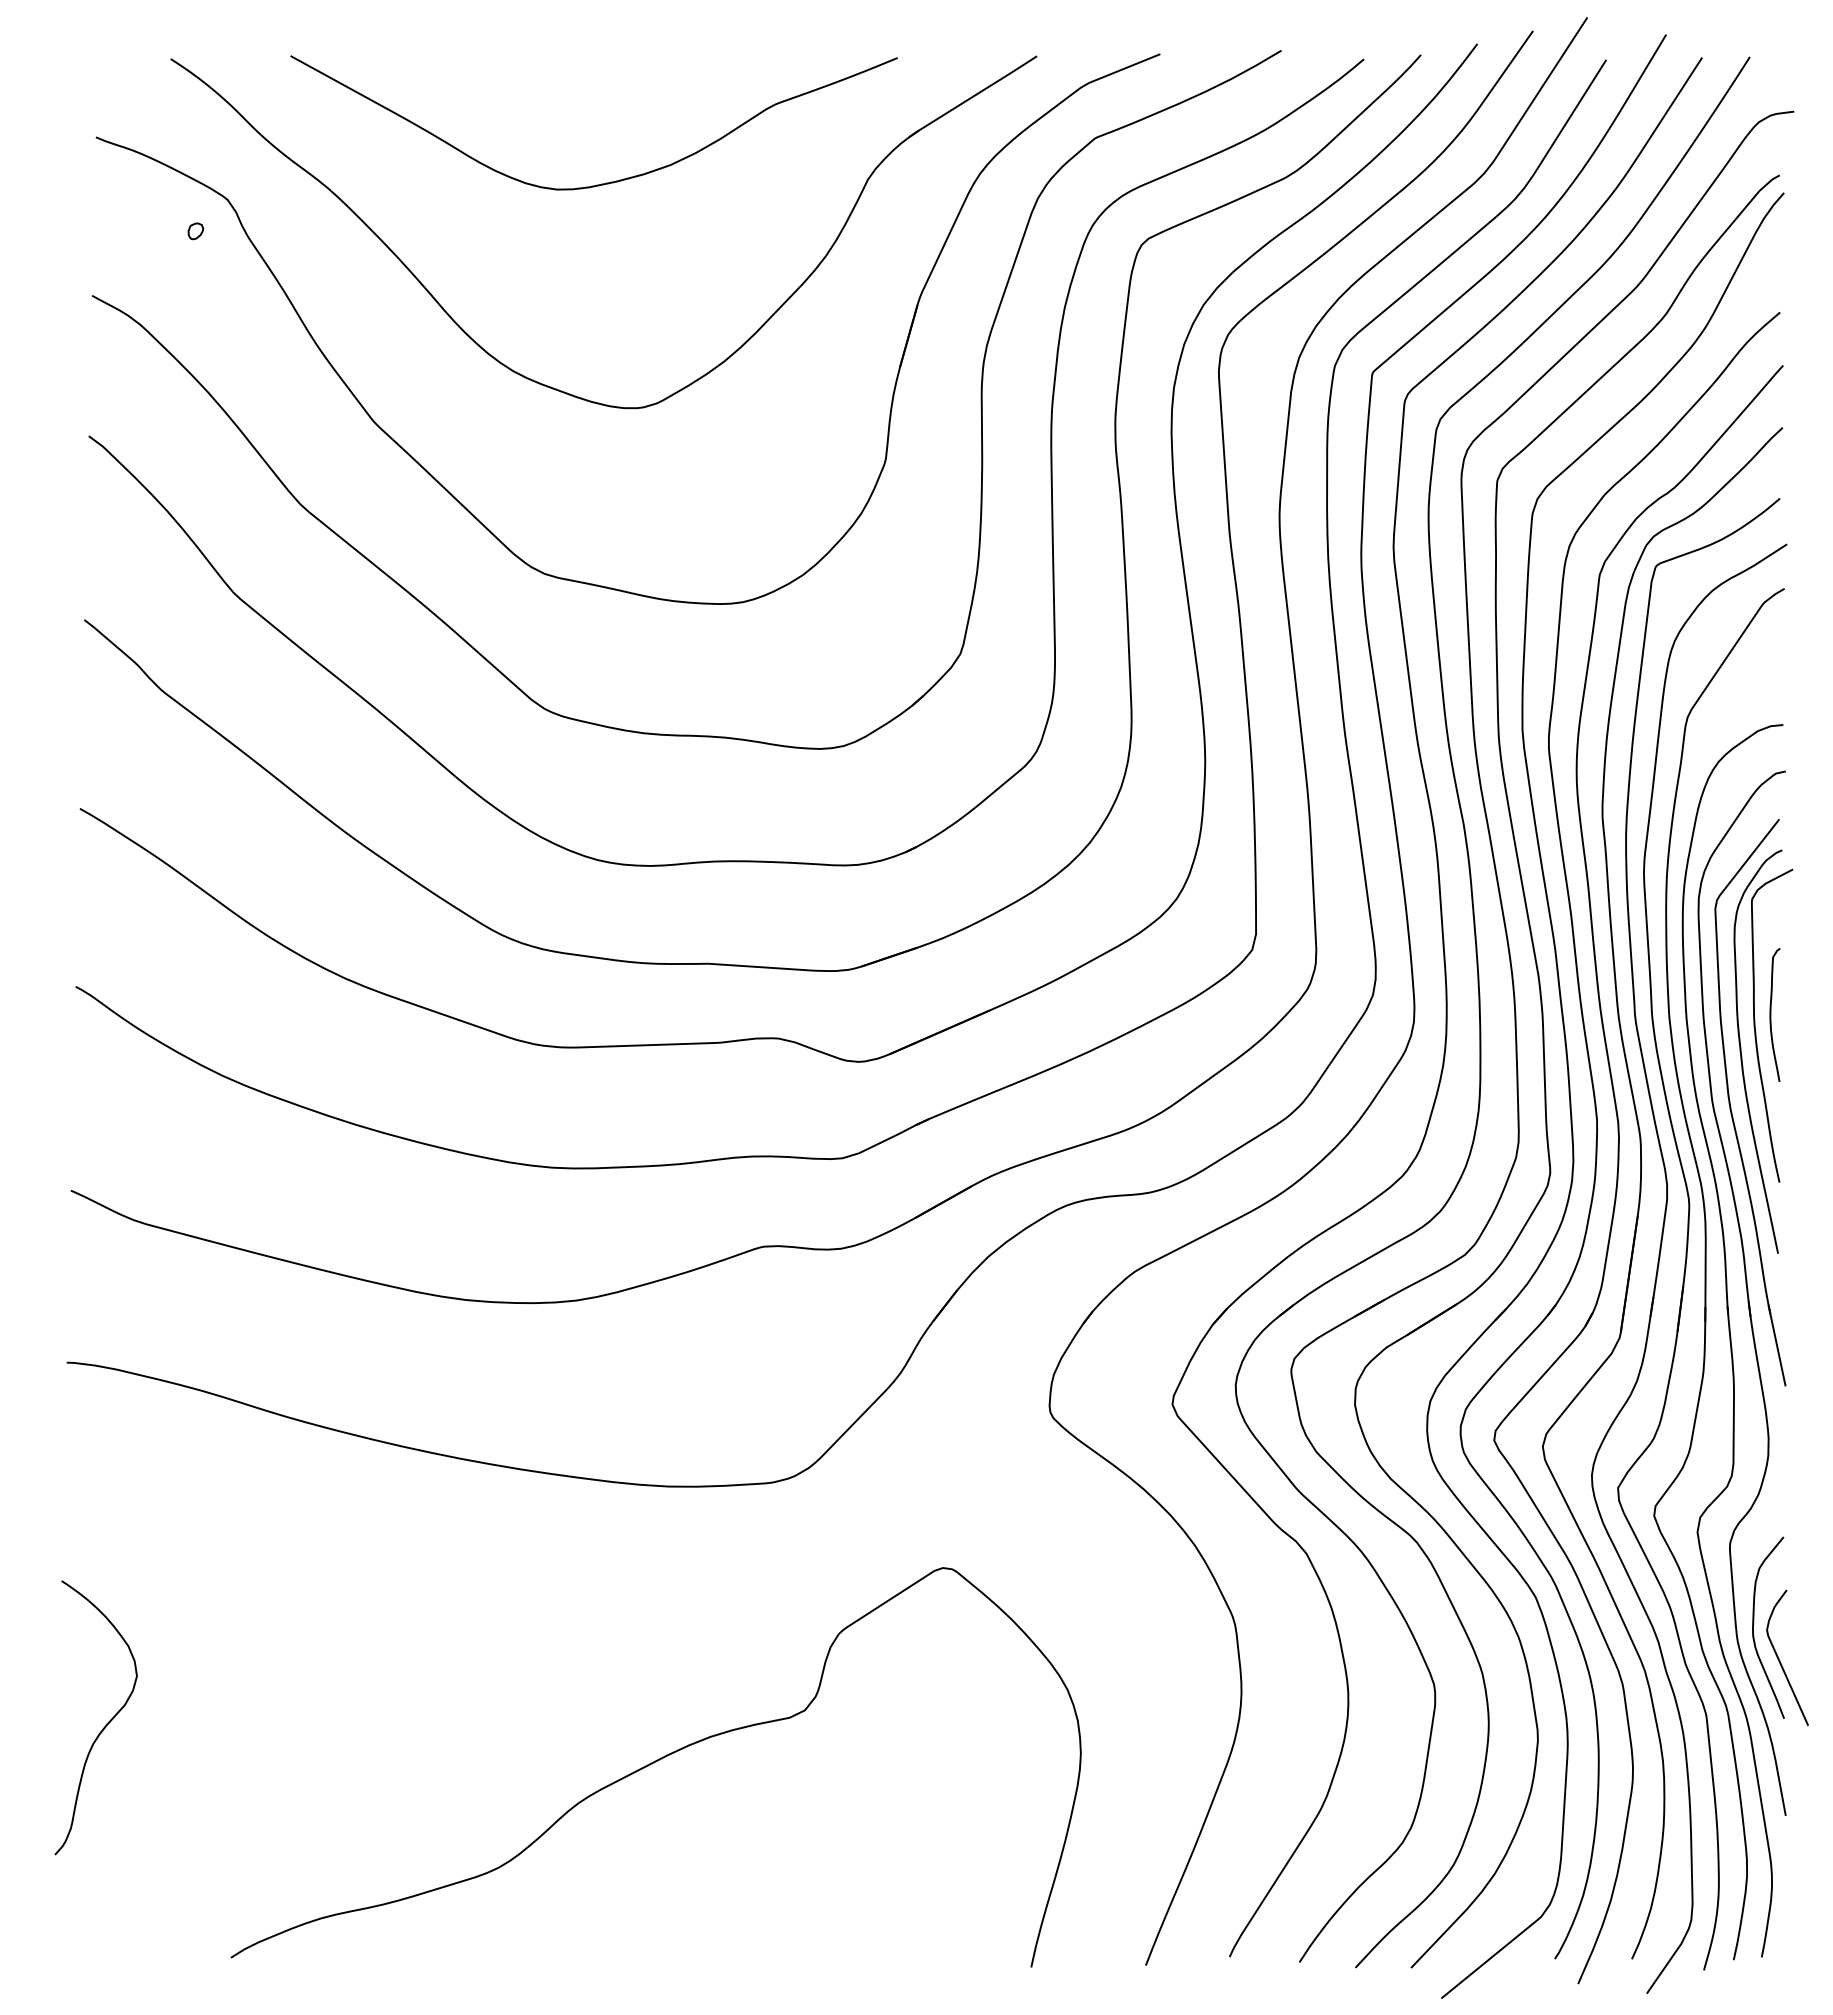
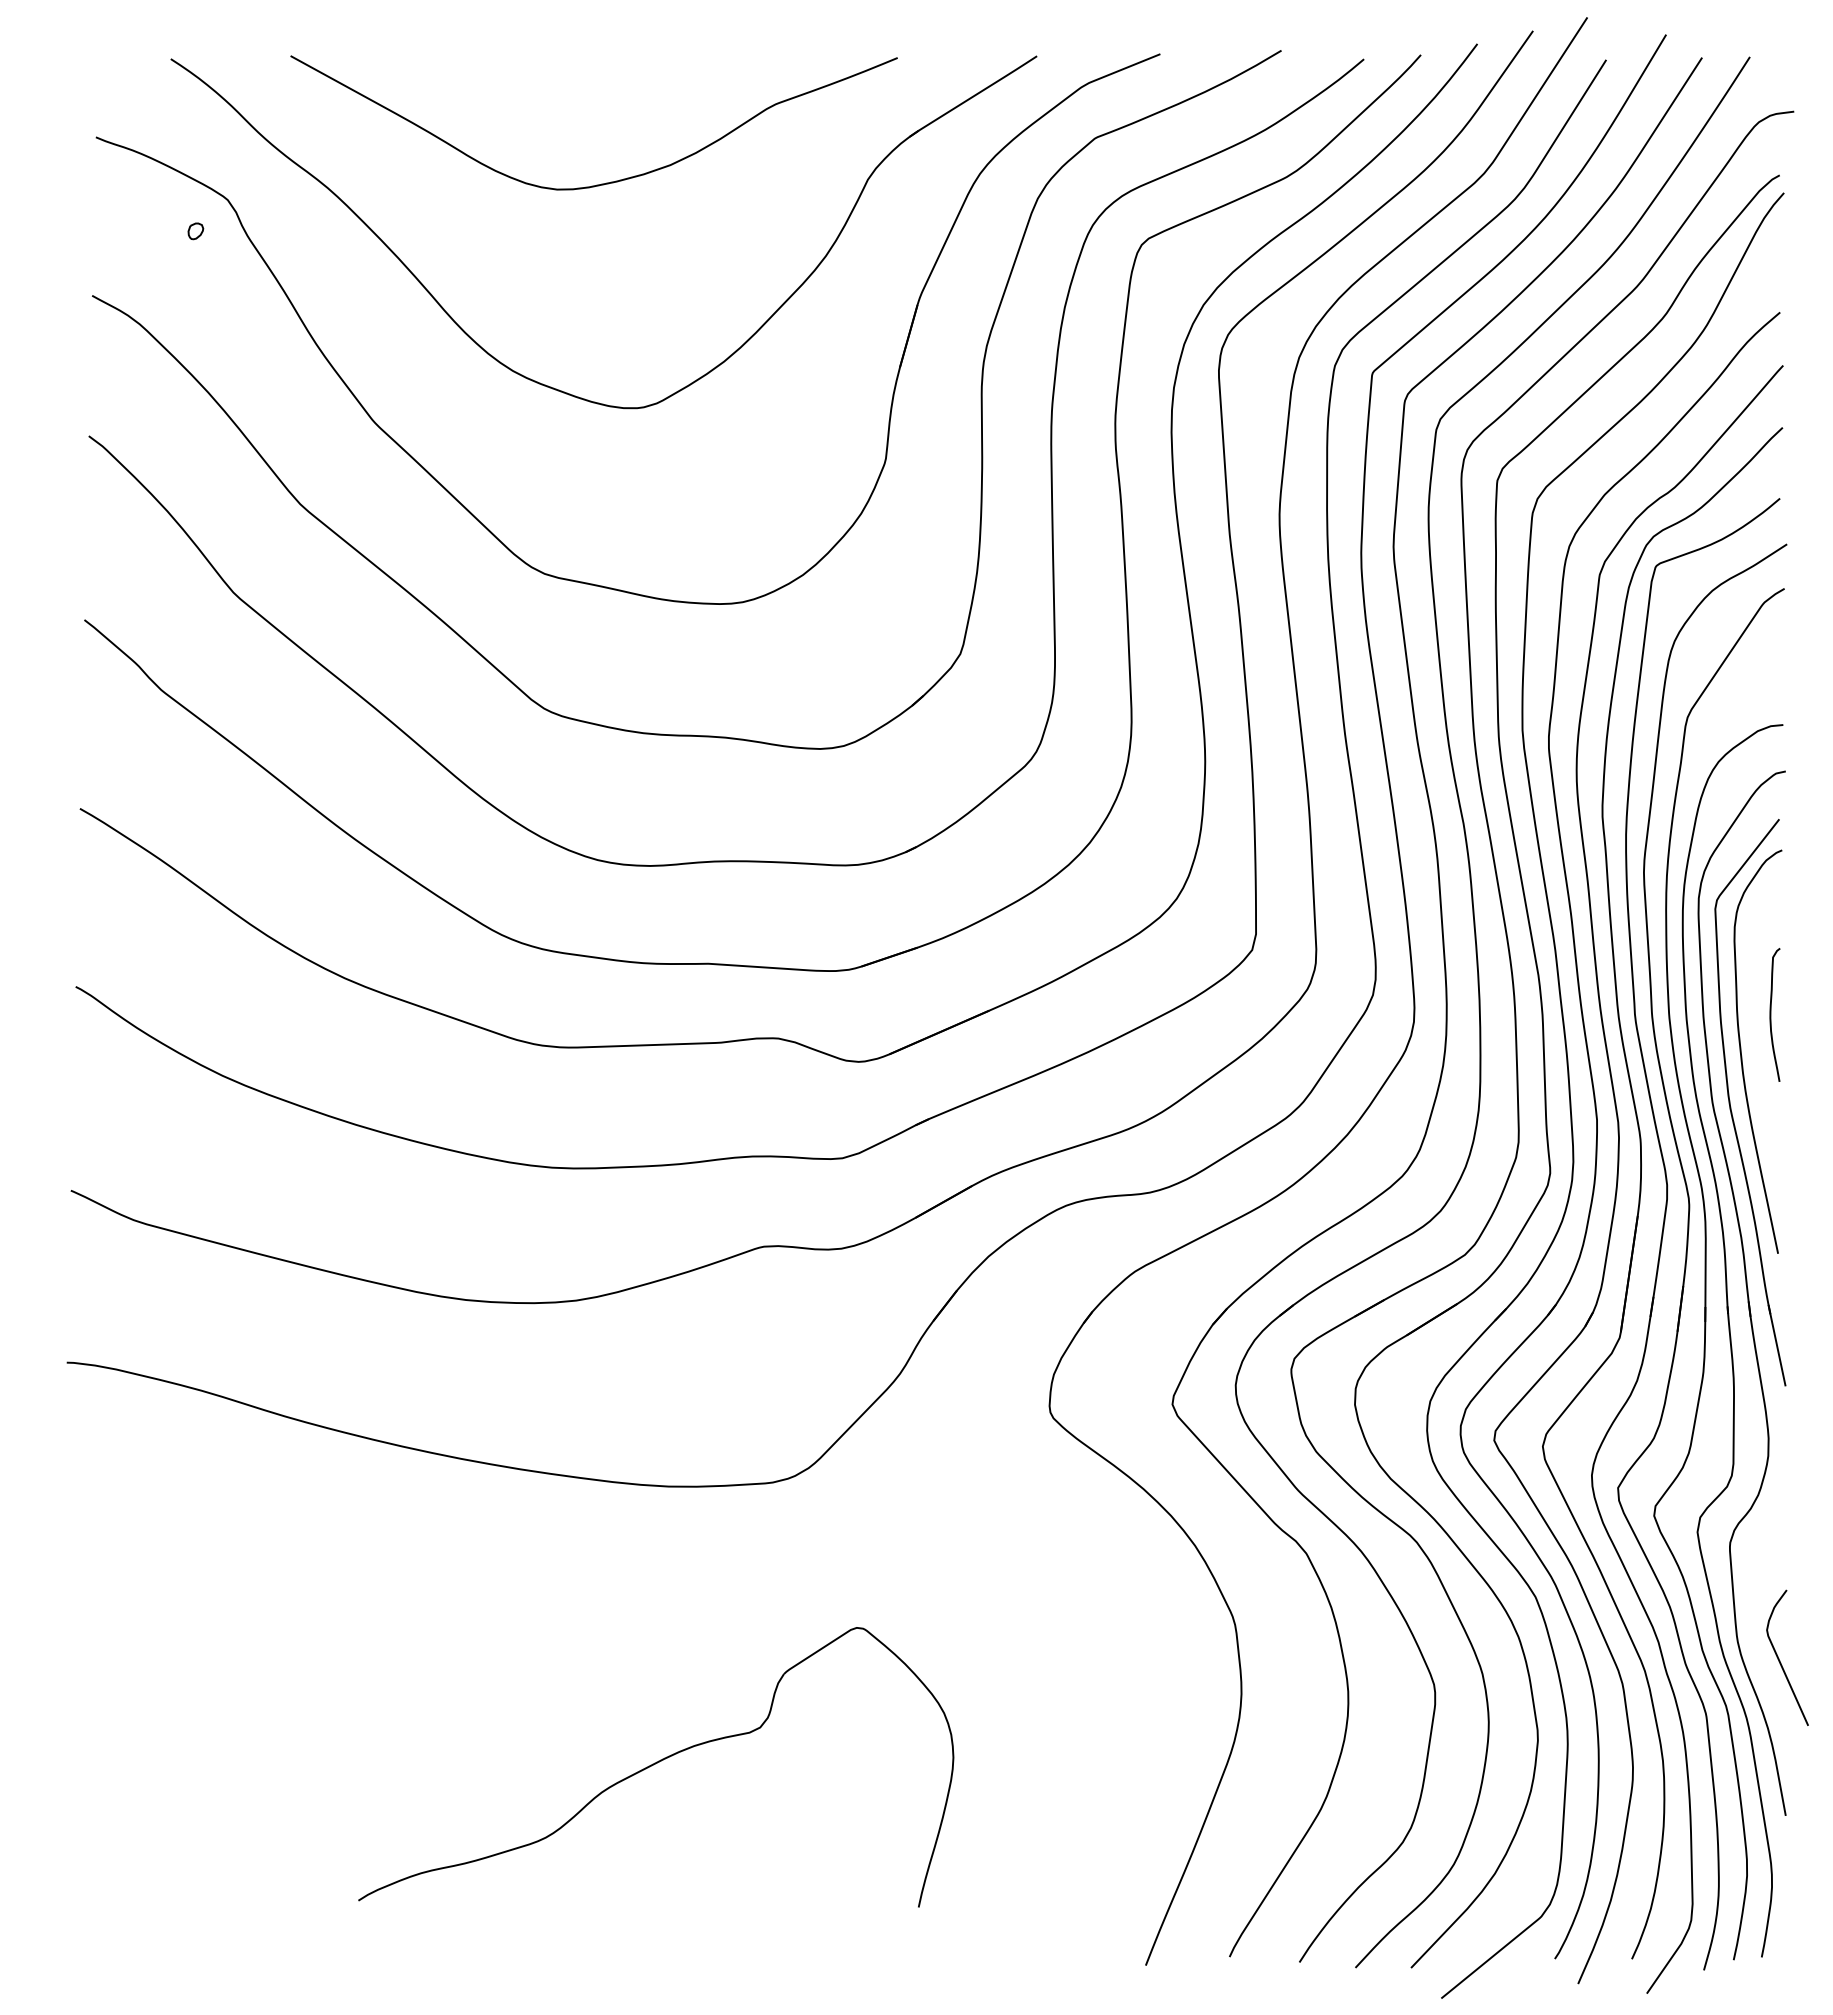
curve at (1755, 1025): present -> none
curve at (1754, 1622): present -> none
curve at (104, 1726): present -> none
part at (655, 1767) size: 852x401 px -> 597x281 px
